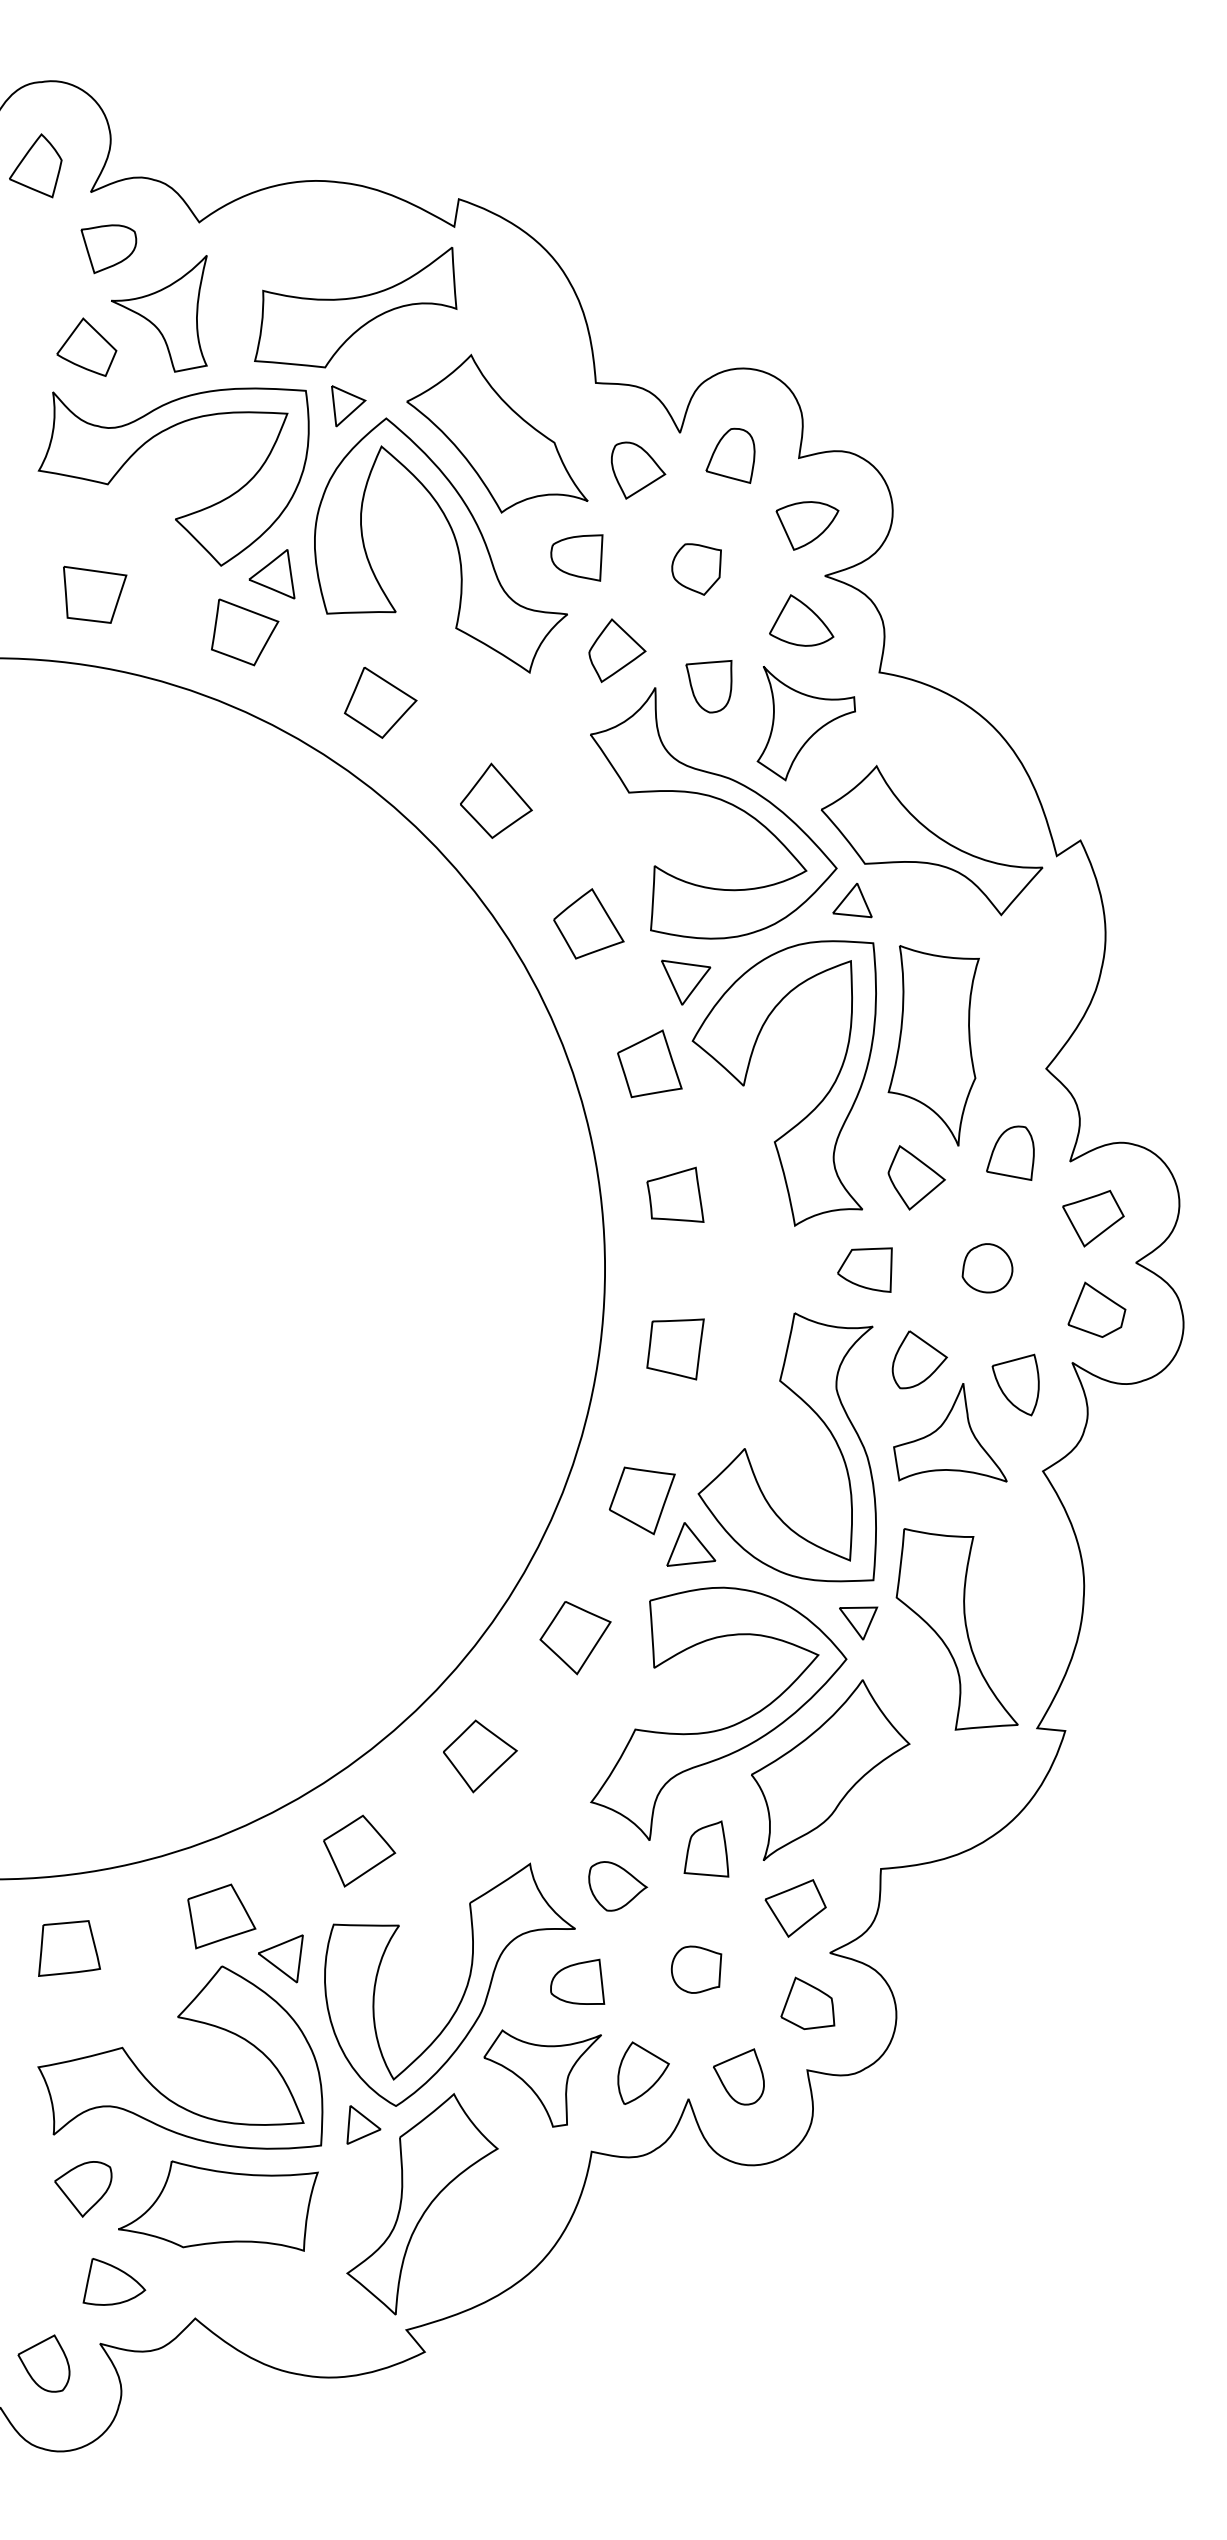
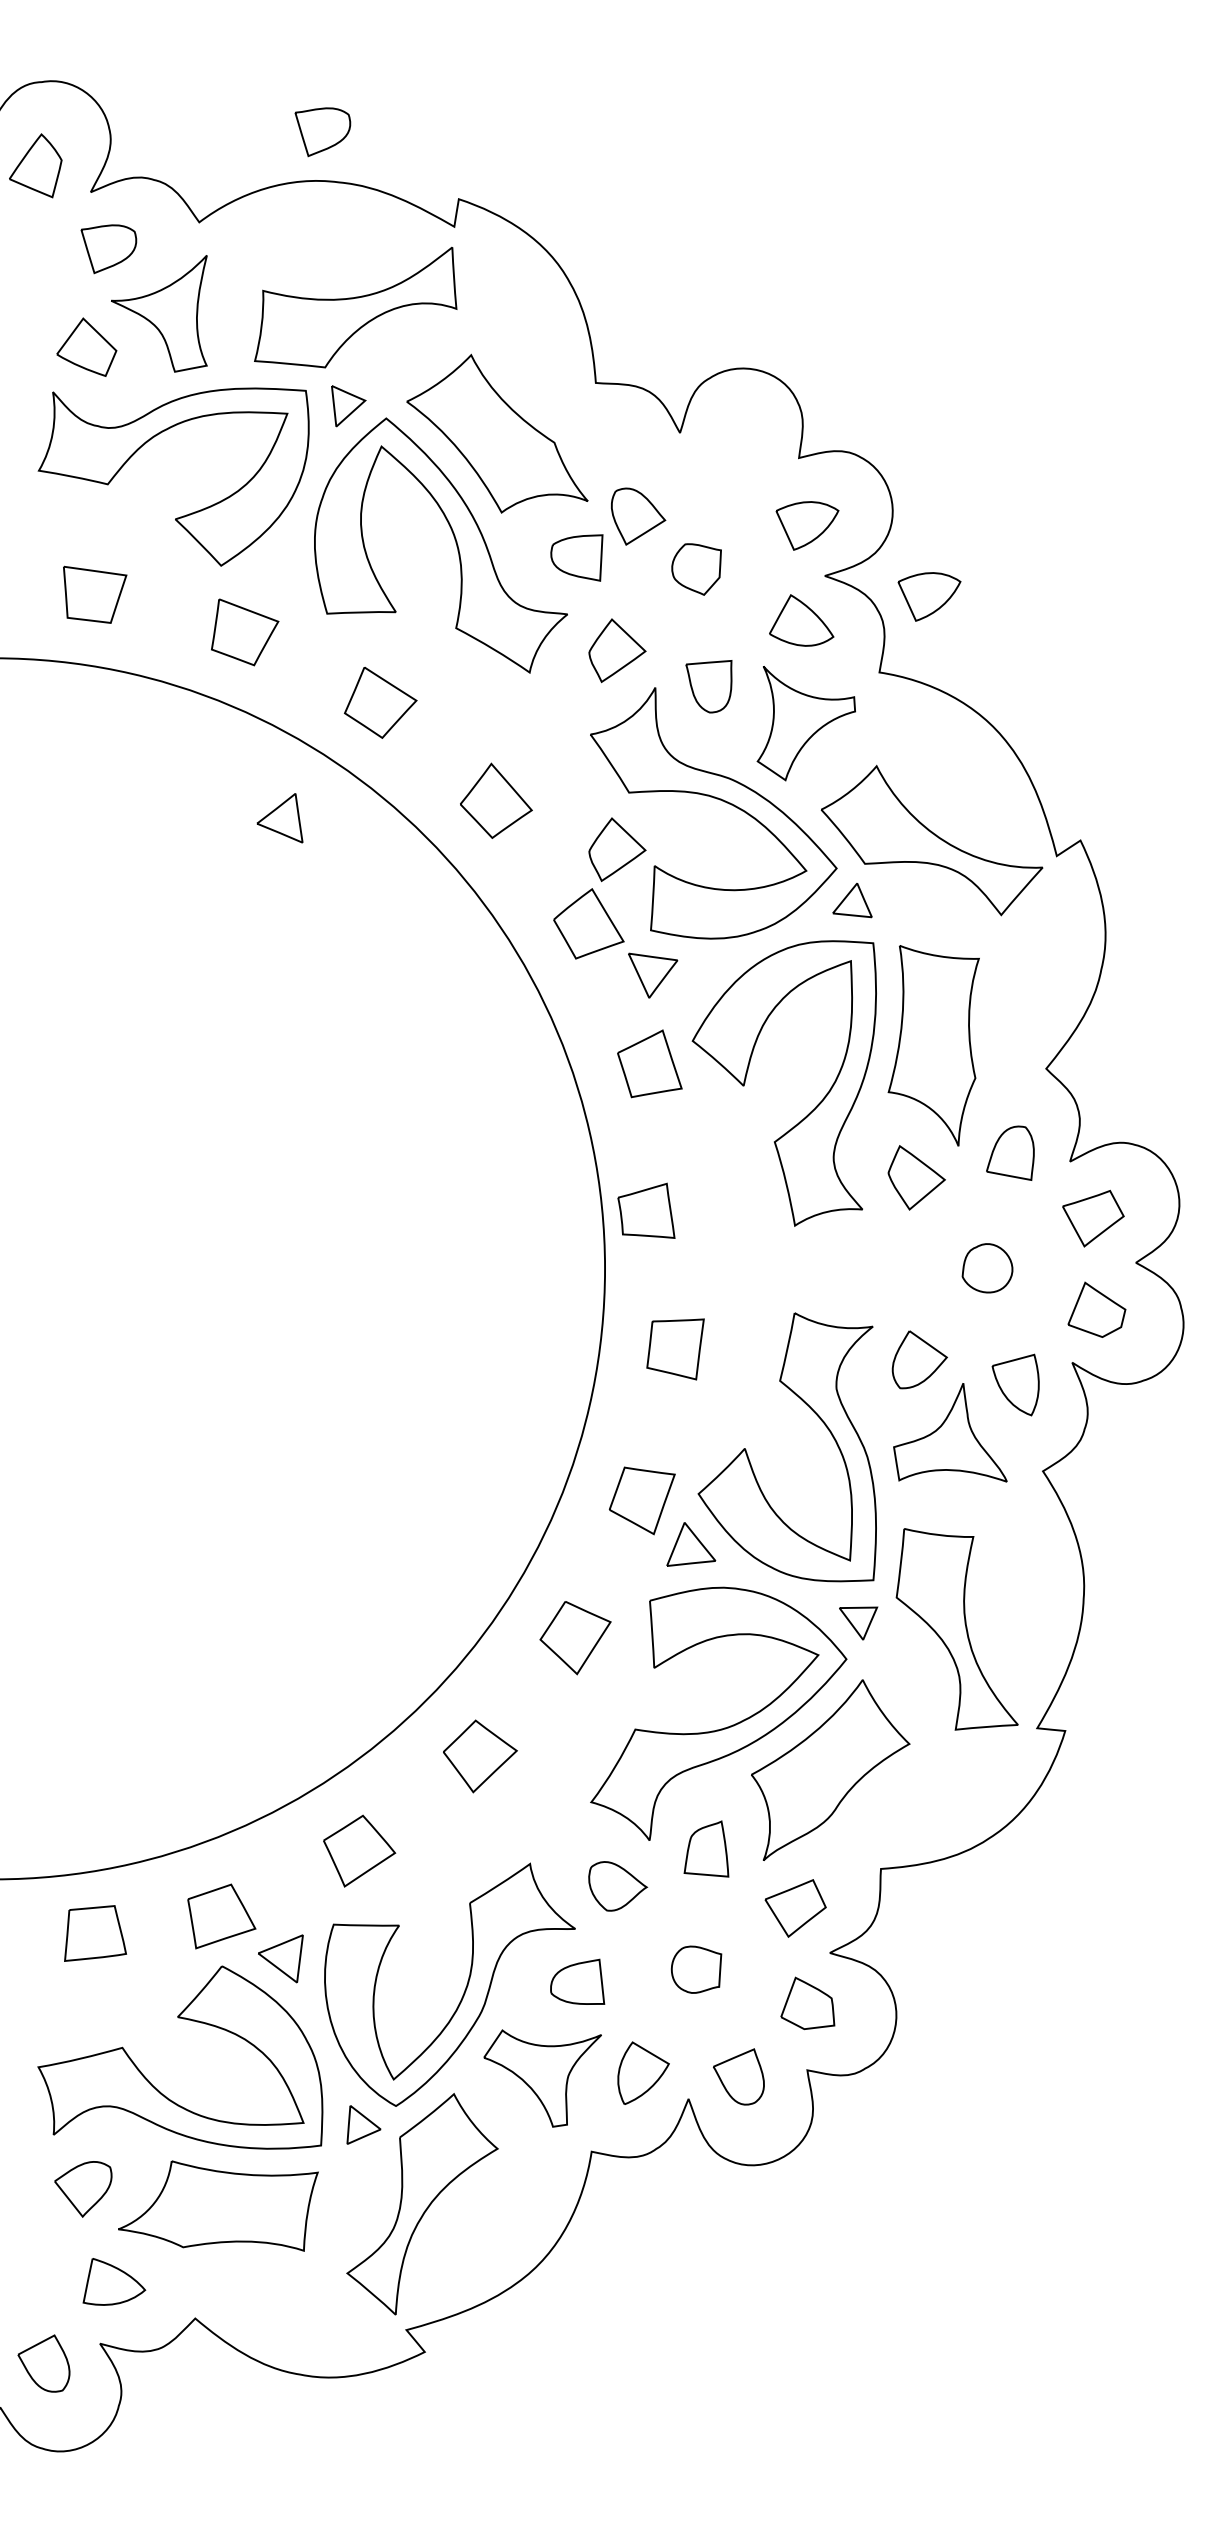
part at (322, 132): none -> present
part at (730, 455): present -> none
part at (638, 470) position: (638, 470) -> (638, 516)
part at (271, 574) position: (271, 574) -> (279, 818)
part at (929, 596): none -> present
part at (617, 849): none -> present
part at (686, 982) position: (686, 982) -> (653, 975)
part at (675, 1194) position: (675, 1194) -> (646, 1210)
part at (864, 1269): present -> none
part at (69, 1948) position: (69, 1948) -> (95, 1933)
